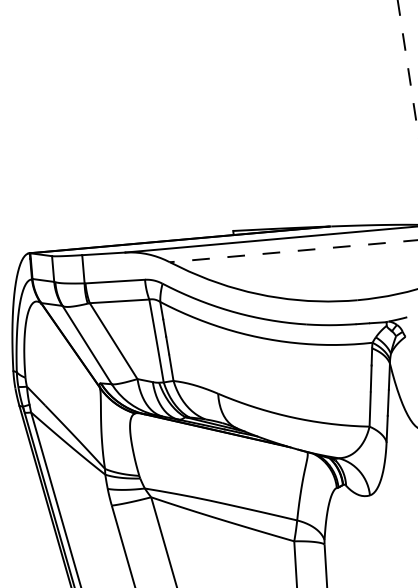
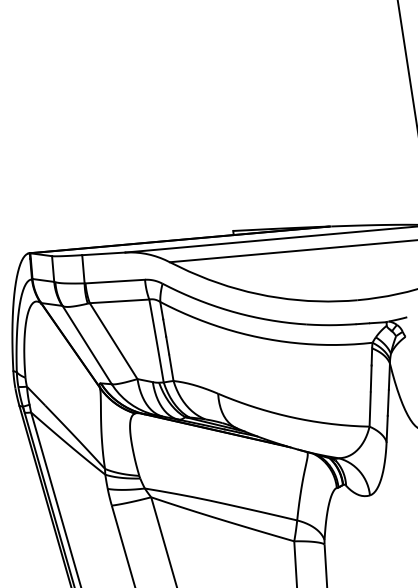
line at (407, 65): dashed -> solid
line at (293, 251): dashed -> solid
